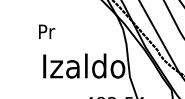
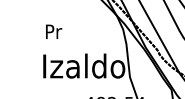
text at (47, 31) position: (47, 31) -> (54, 31)
